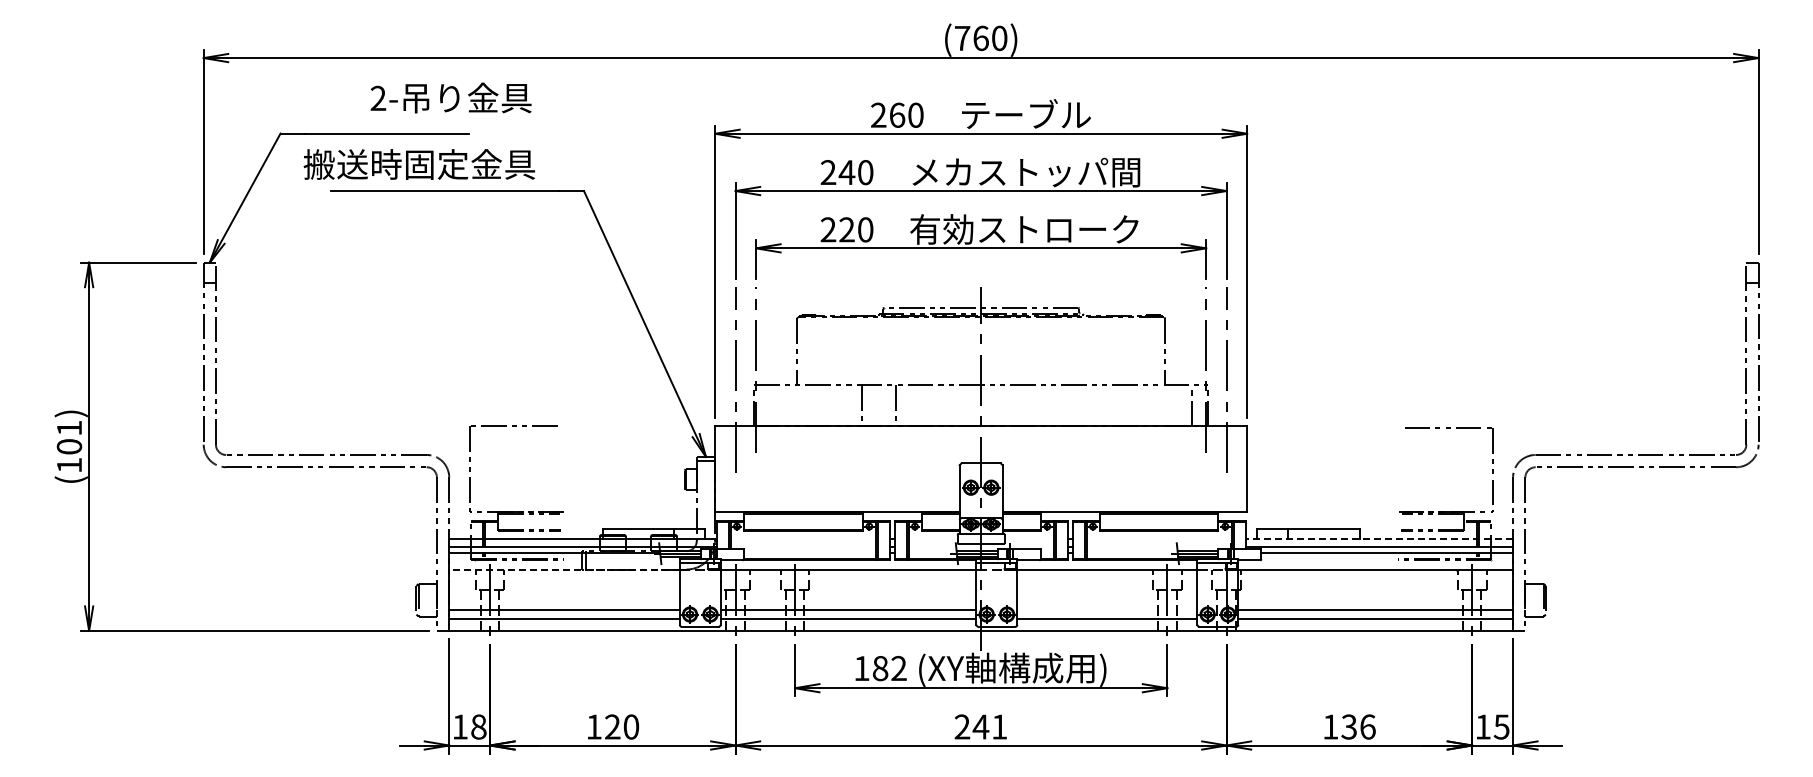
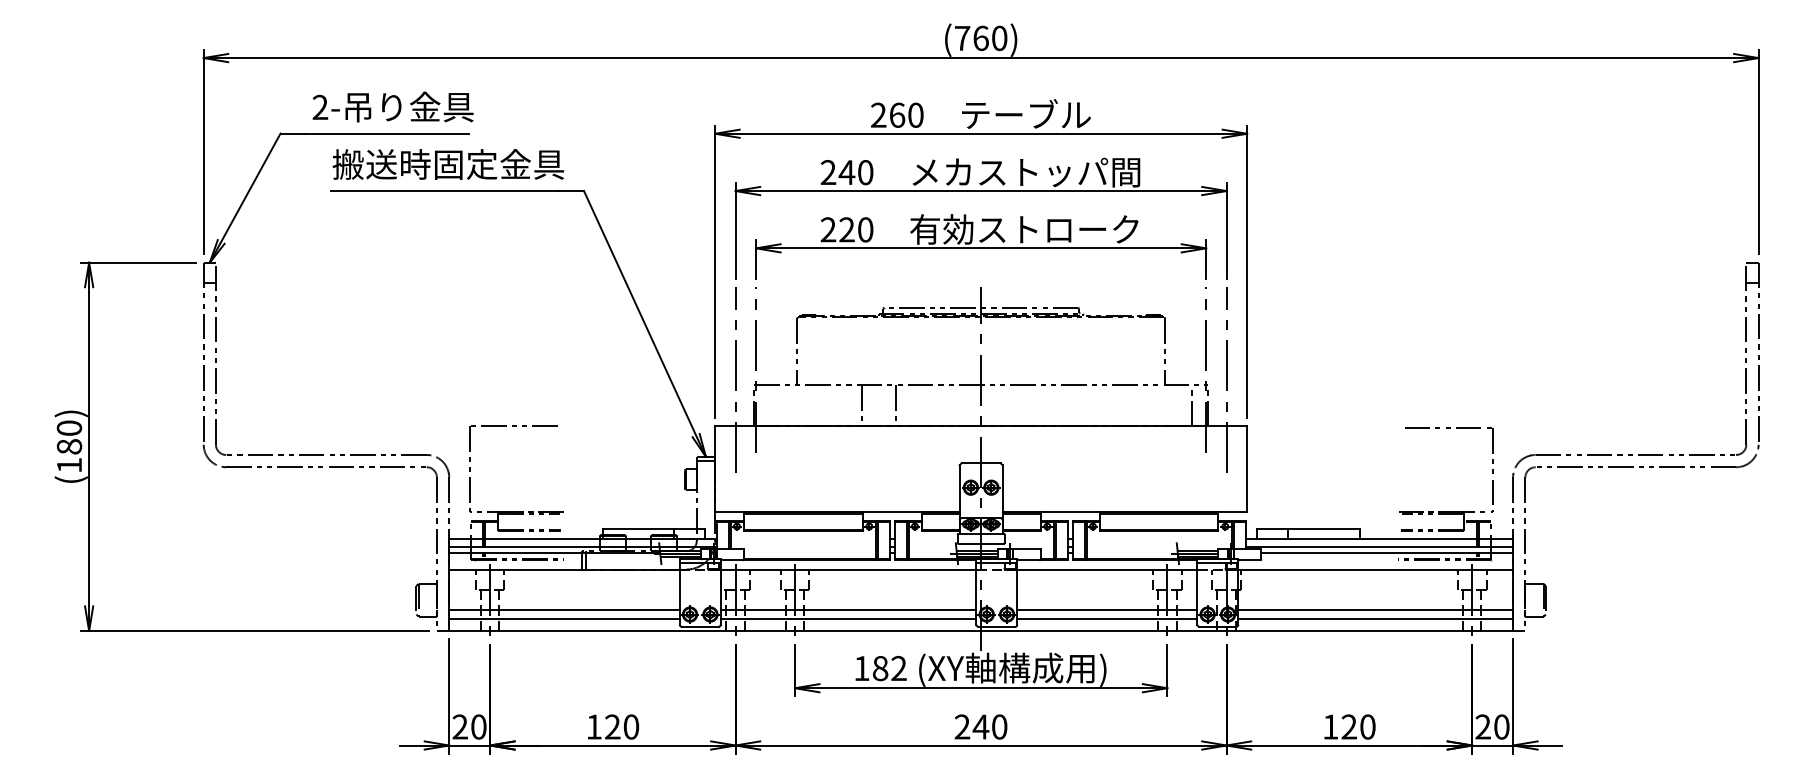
text at (450, 97) position: (450, 97) -> (392, 106)
text at (418, 164) position: (418, 164) -> (447, 164)
text at (69, 437): (101) -> (180)
line at (1379, 538): dashed -> solid
line at (564, 569): dashed -> solid
line at (1107, 609): none -> present
text at (469, 726): 18 -> 20
text at (999, 726): 241 -> 240
text at (1358, 726): 136 -> 120
text at (1492, 726): 15 -> 20
